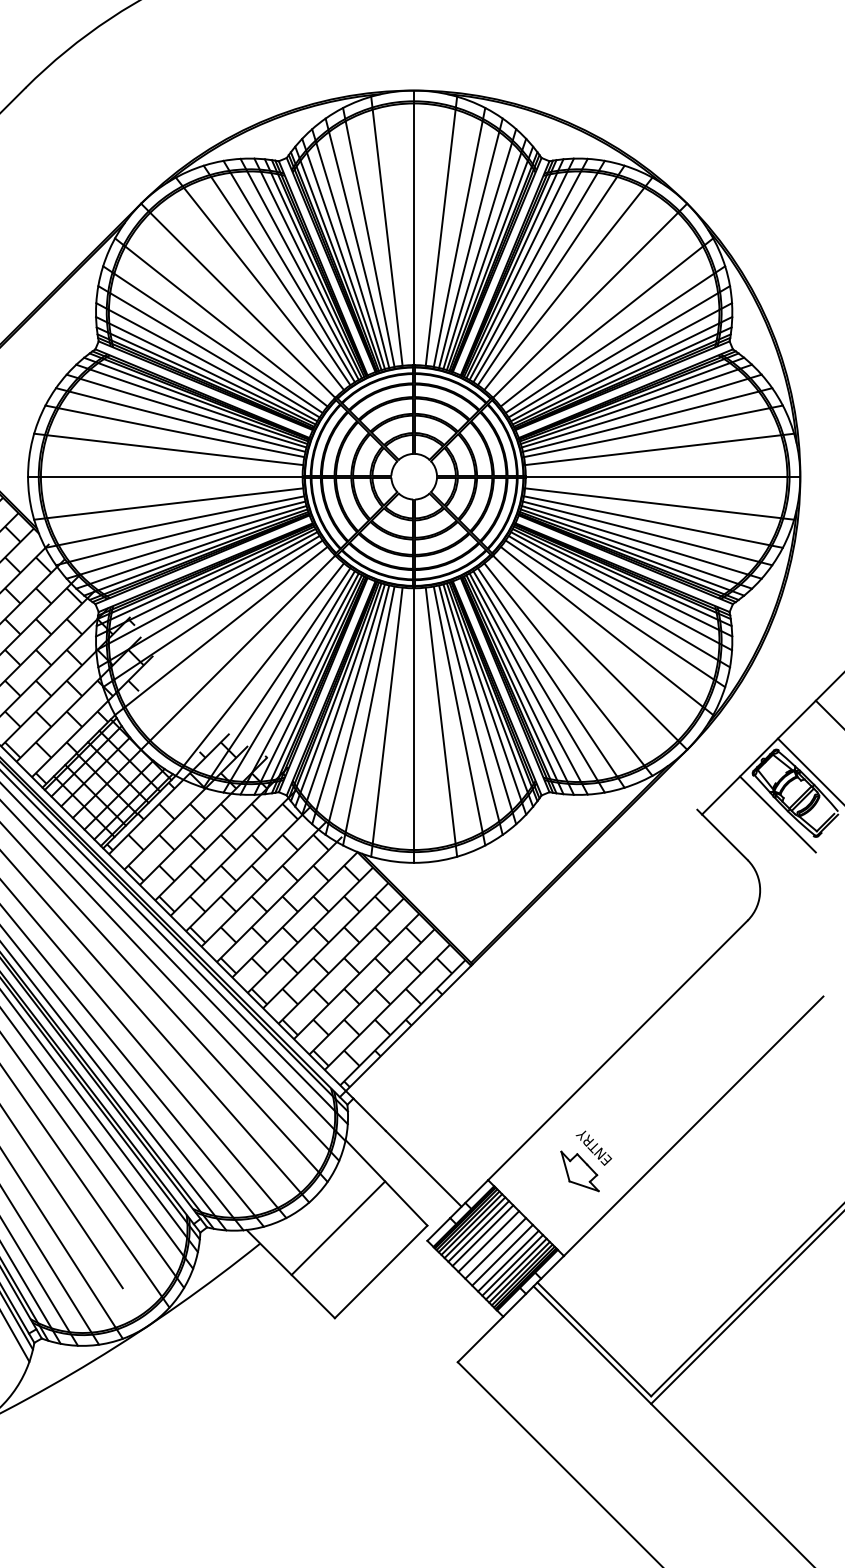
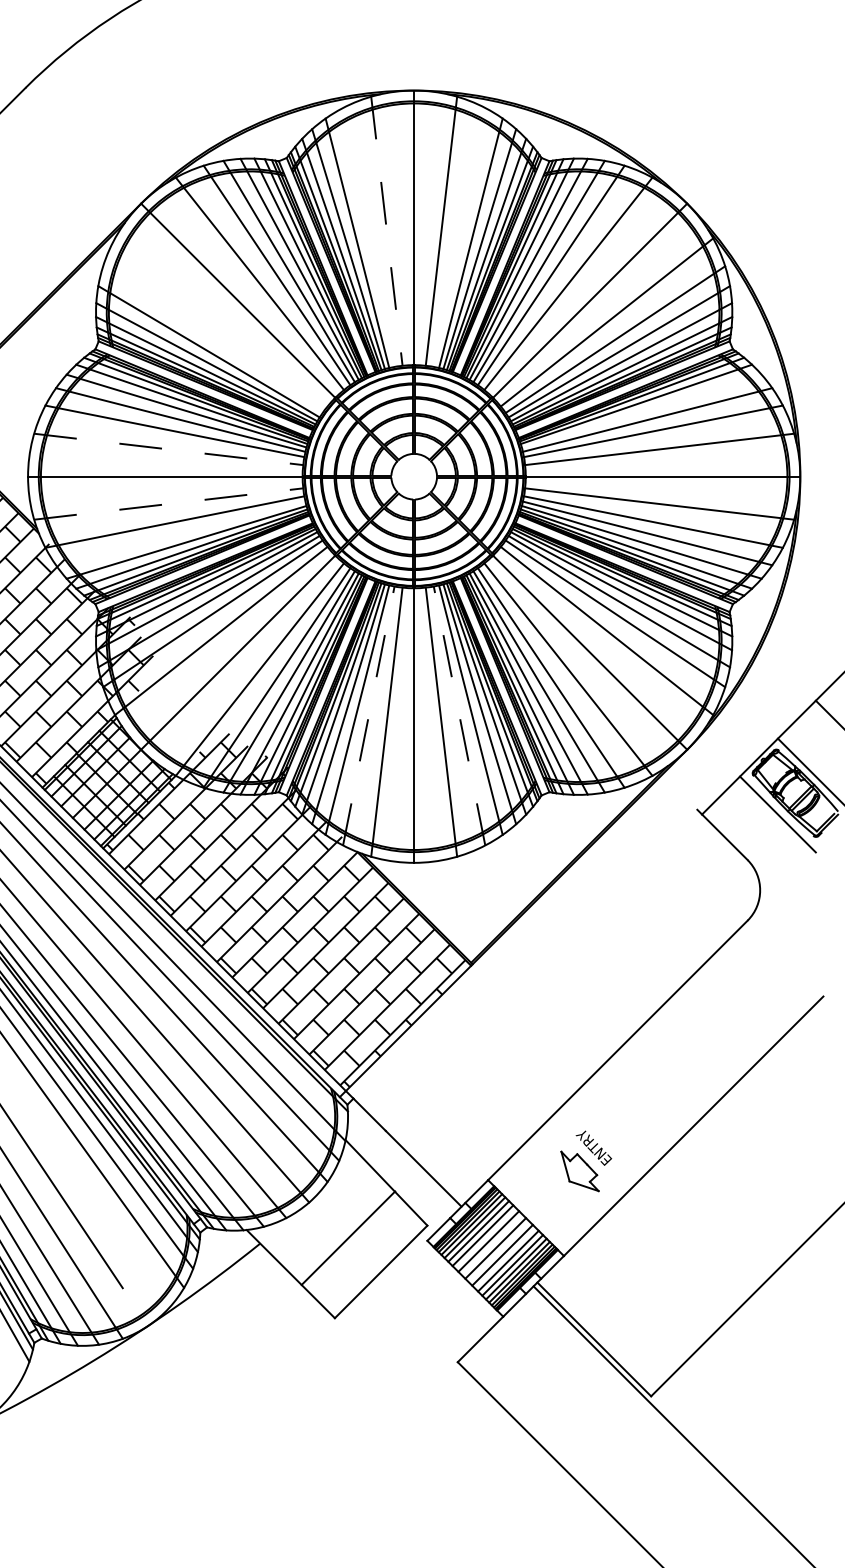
line at (386, 231): solid -> dashed
line at (368, 236): present -> none
line at (459, 236): present -> none
line at (221, 322): present -> none
line at (212, 339): present -> none
line at (641, 410): present -> none
line at (169, 449): solid -> dashed
line at (169, 503): solid -> dashed
line at (180, 533): present -> none
line at (368, 716): solid -> dashed
line at (459, 716): solid -> dashed
line at (174, 948): present -> none
line at (85, 1186): present -> none
line at (338, 1227) position: (338, 1227) -> (348, 1237)
line at (746, 1308): present -> none
